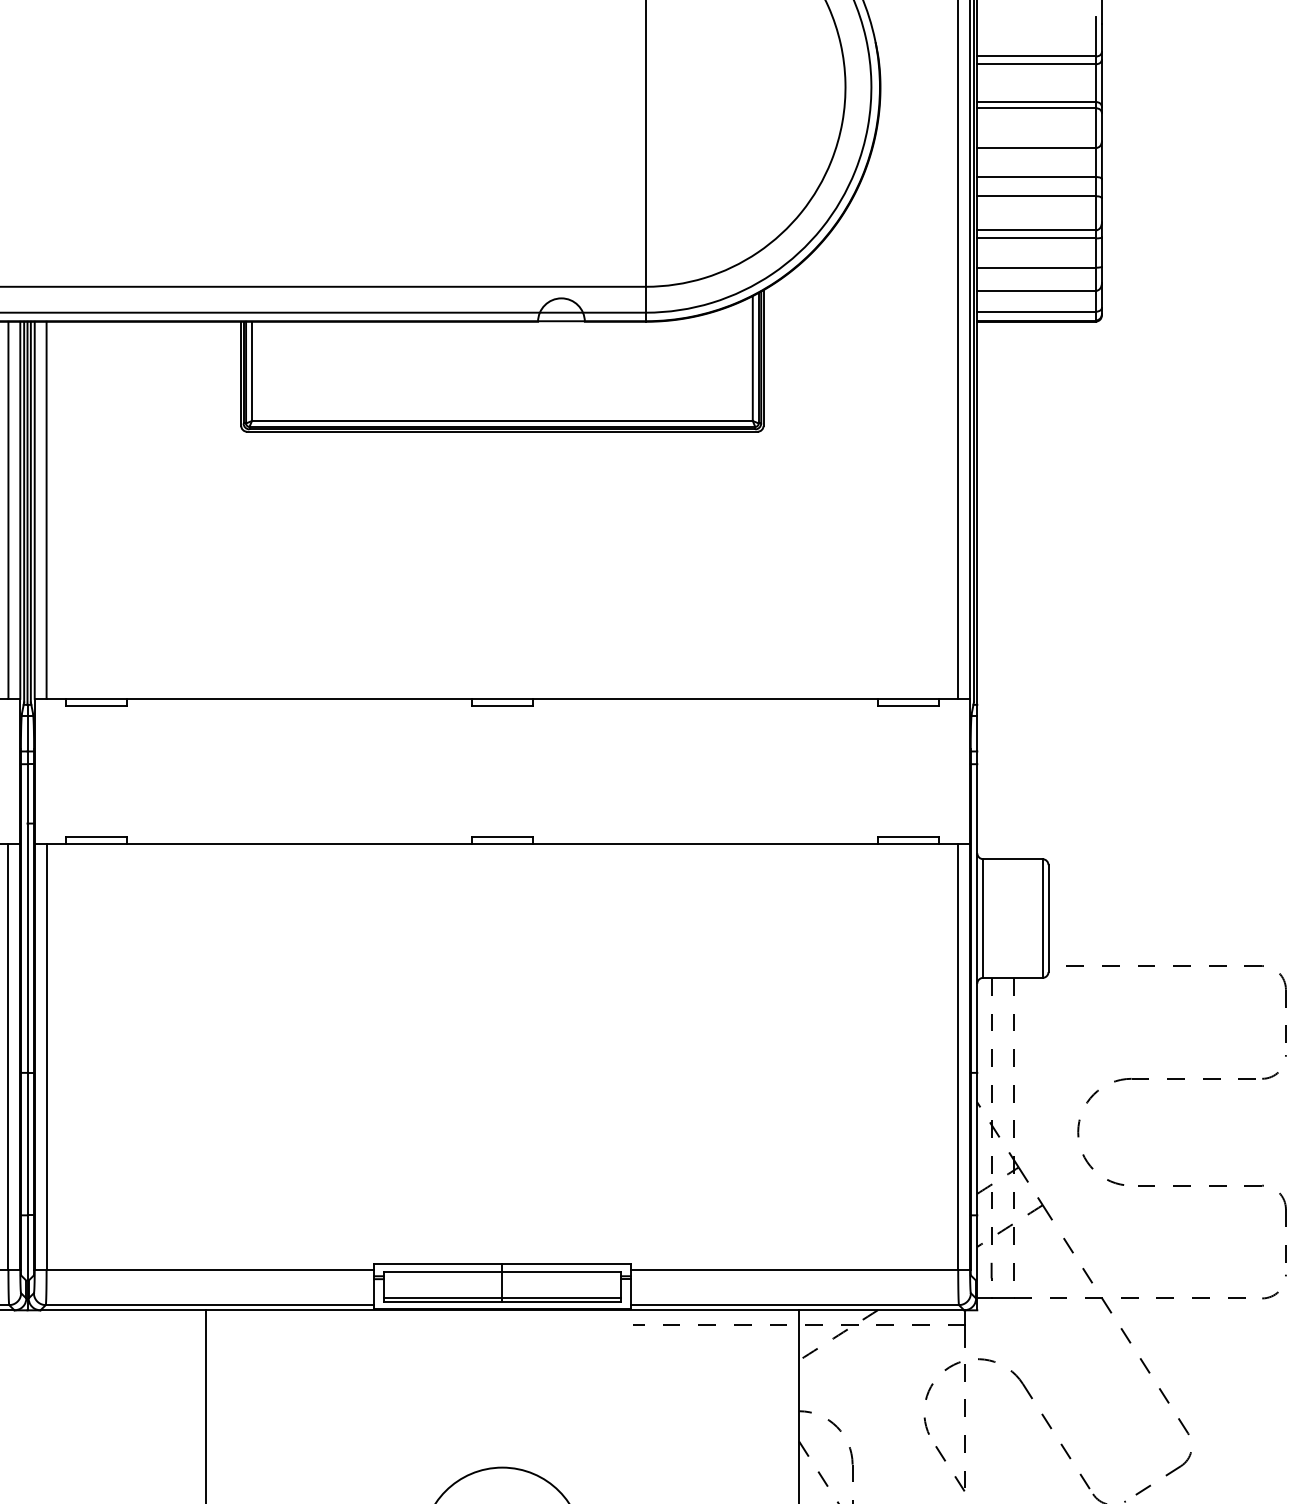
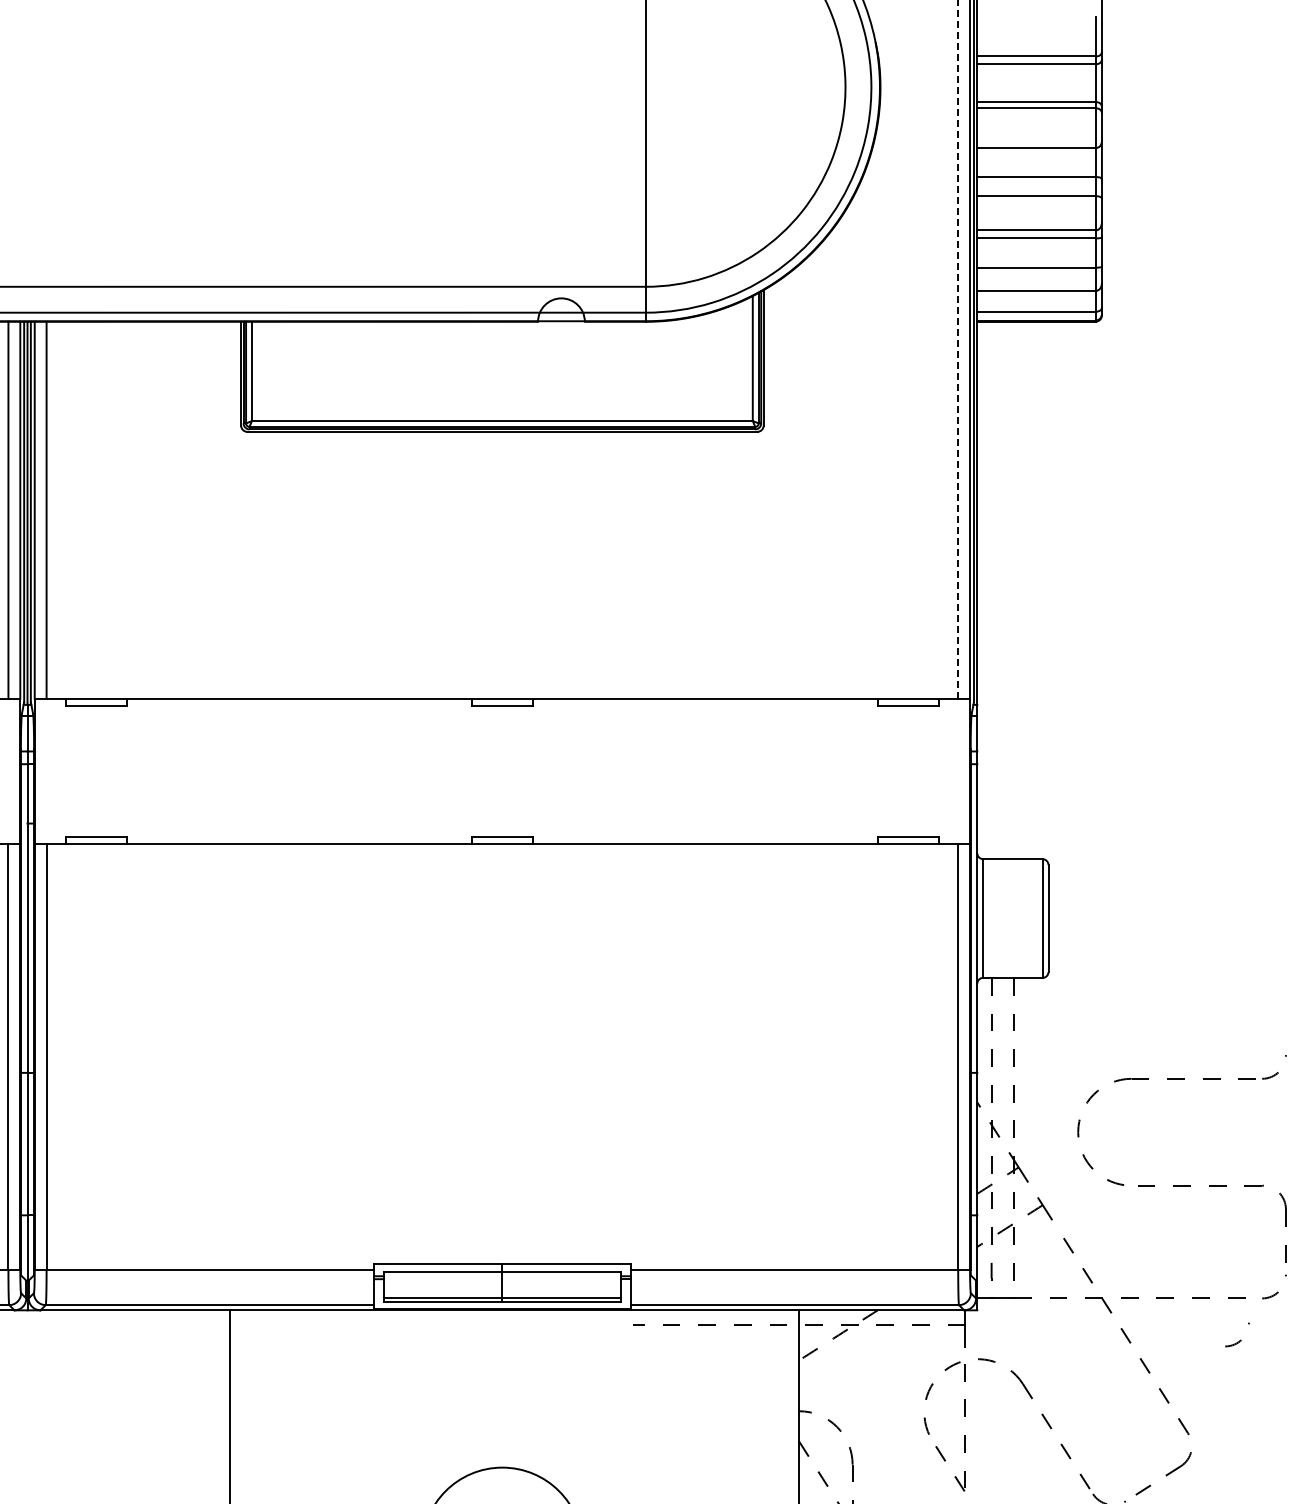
line at (958, 348): solid -> dashed
part at (1176, 966): present -> none
arc at (1240, 1339): none -> present
line at (205, 1405) position: (205, 1405) -> (229, 1405)
